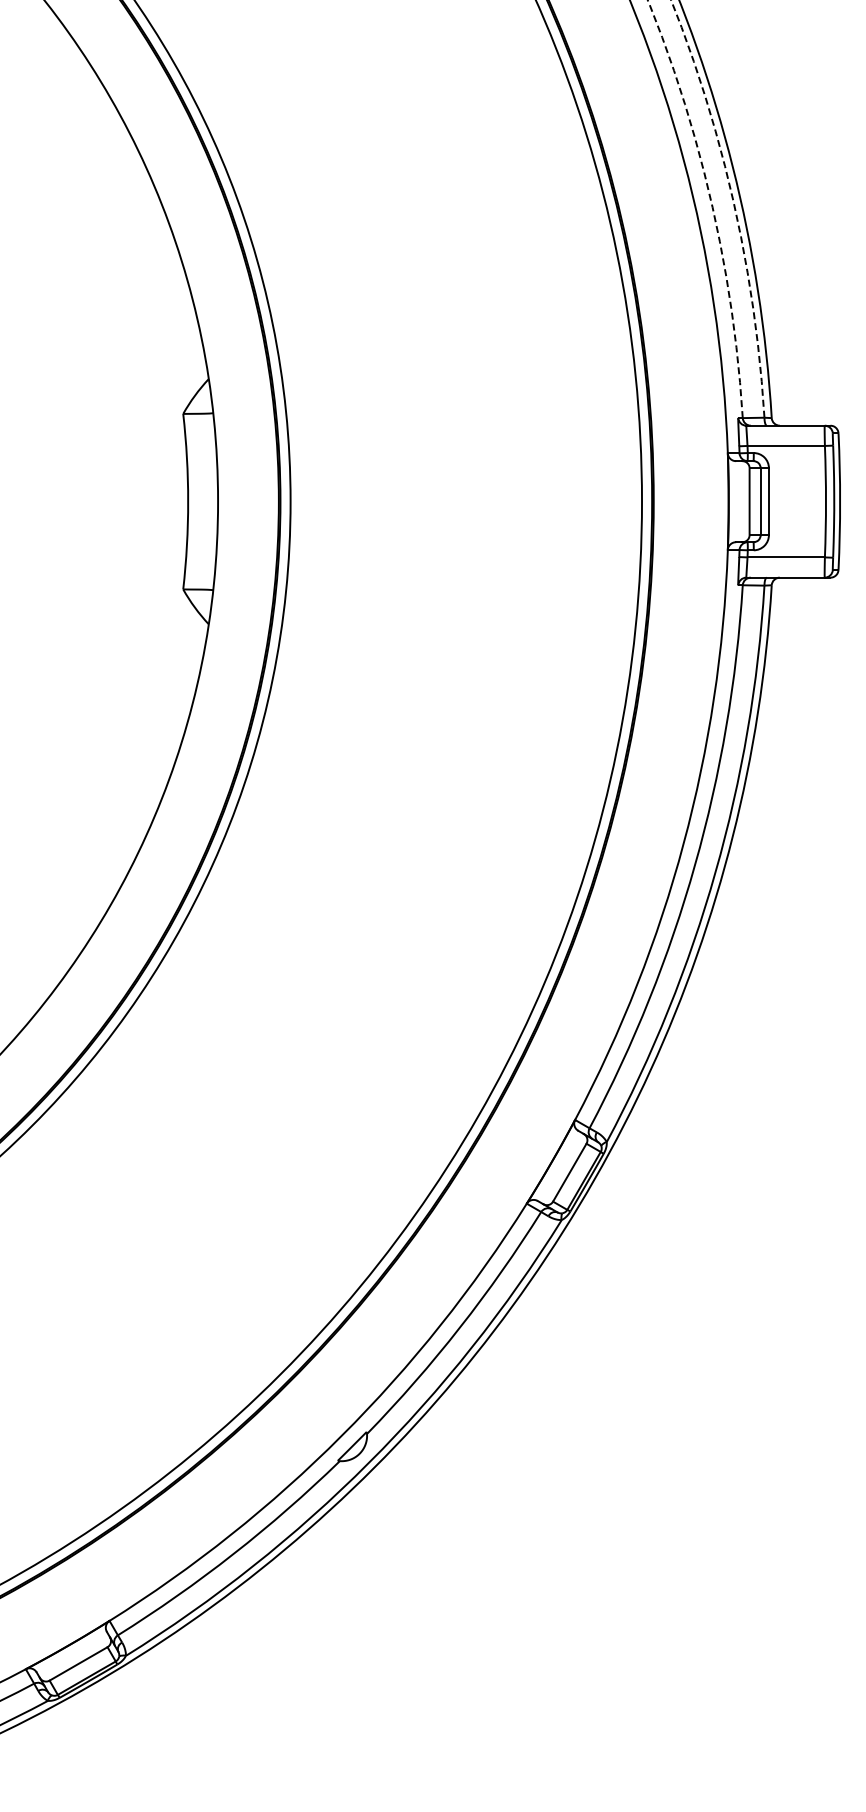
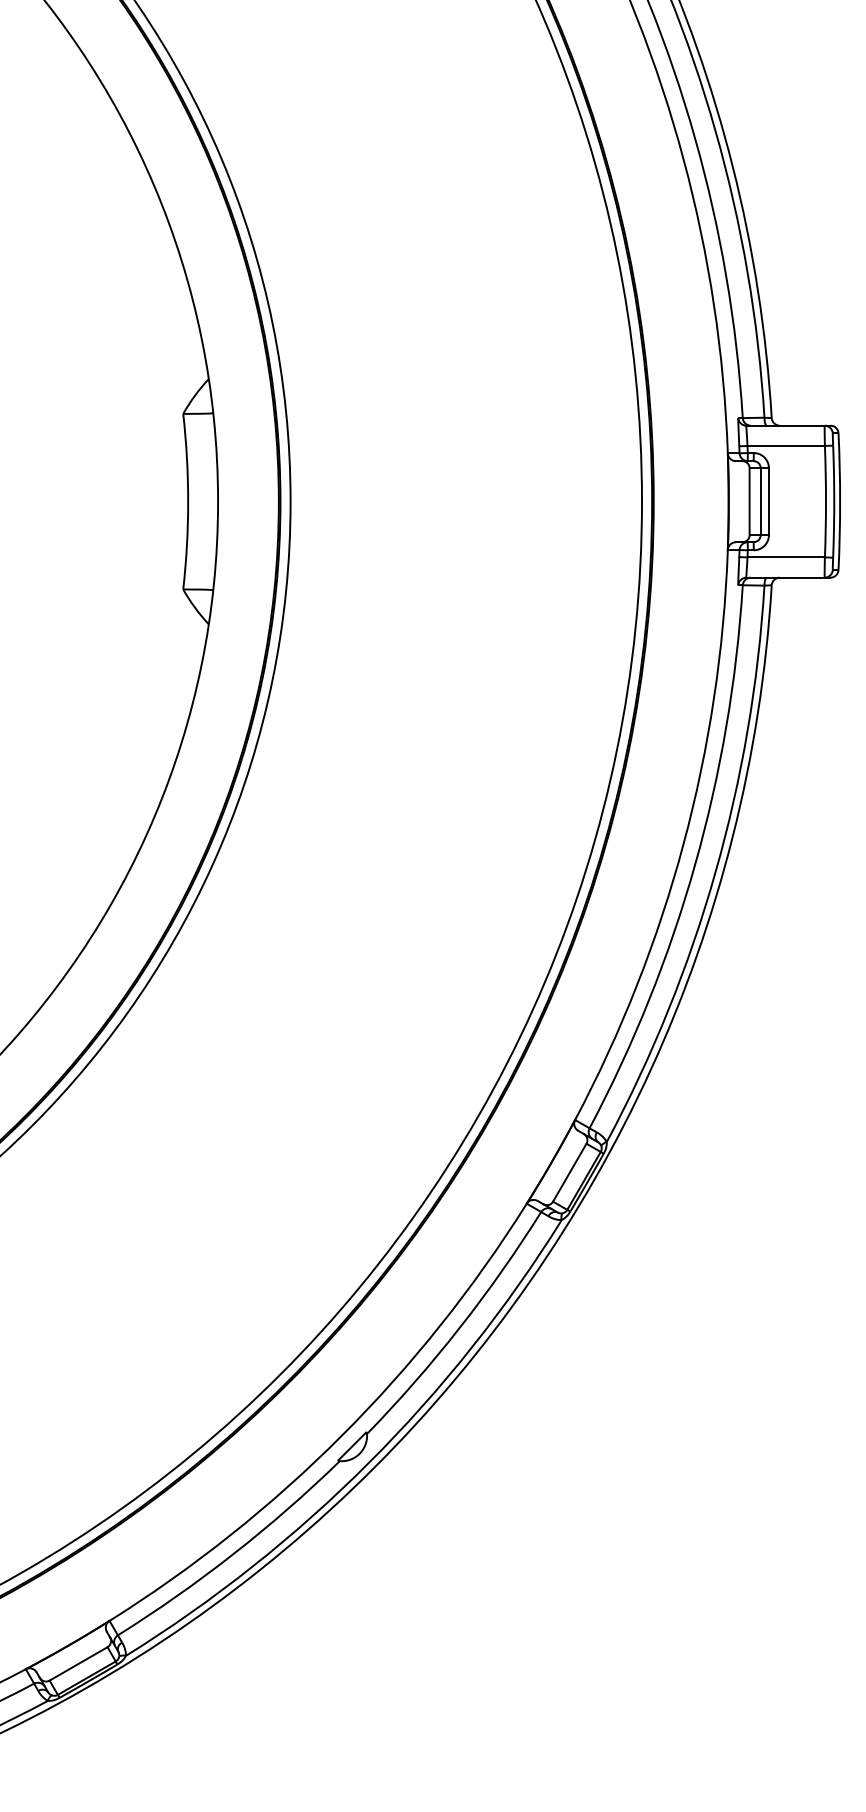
arc at (734, 204): dashed -> solid
arc at (712, 205): dashed -> solid
